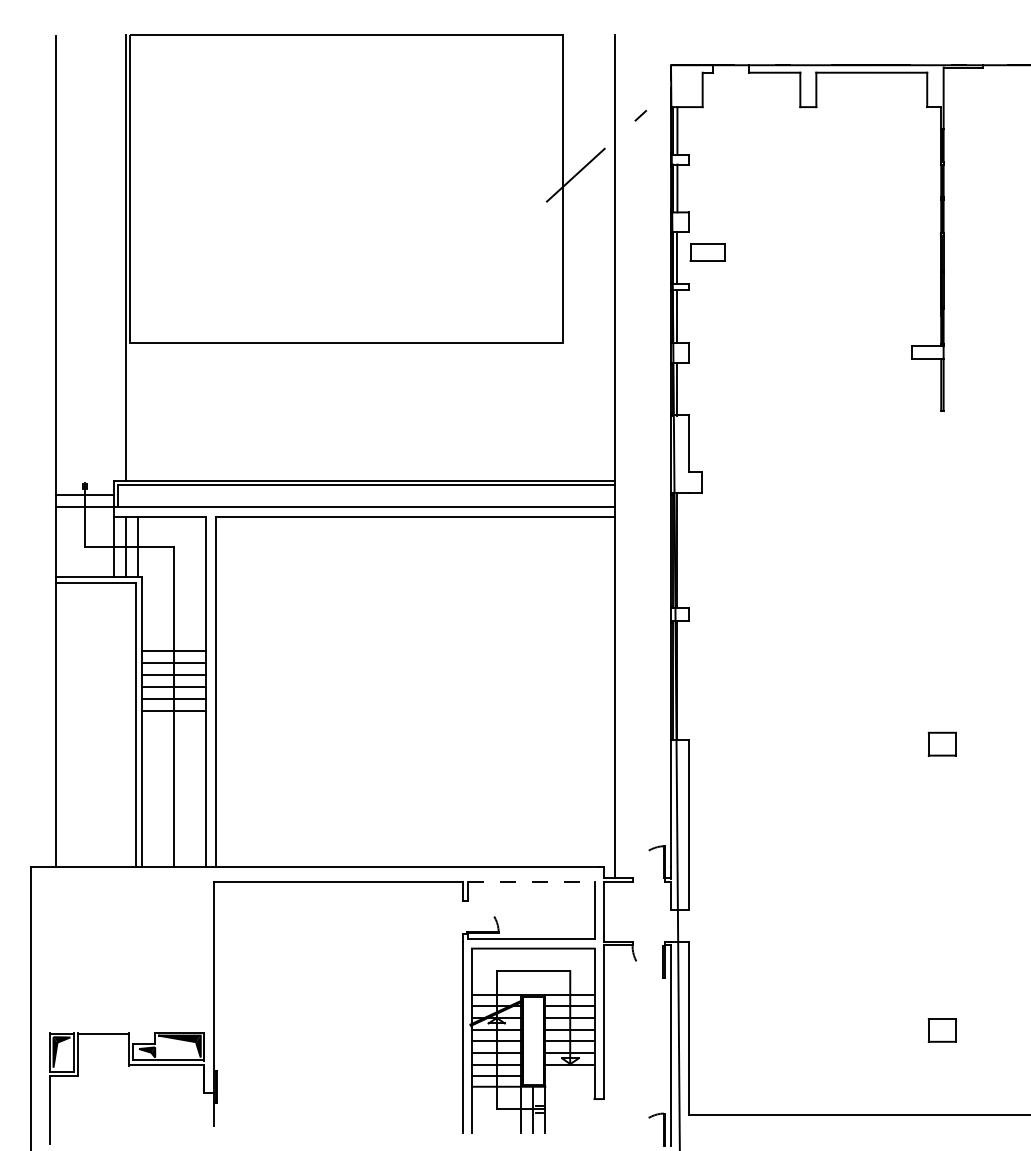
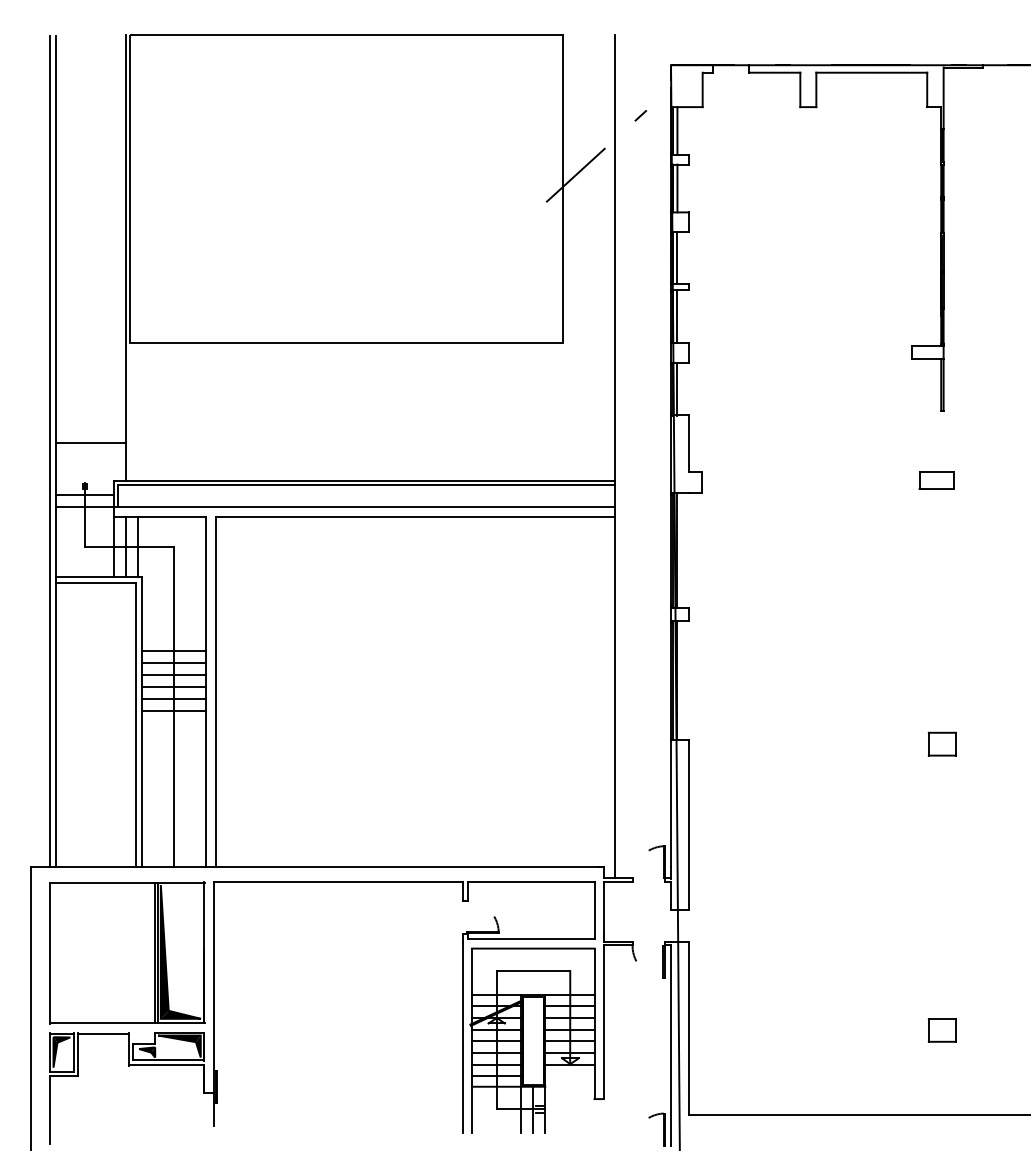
part at (707, 252) position: (707, 252) -> (936, 480)
line at (91, 443): none -> present
line at (50, 451): none -> present
line at (531, 882): dashed -> solid
part at (127, 952): none -> present
